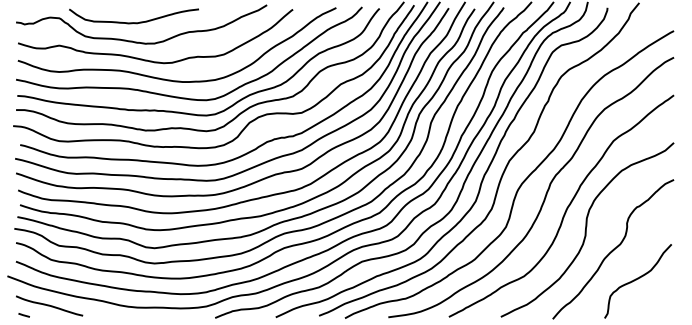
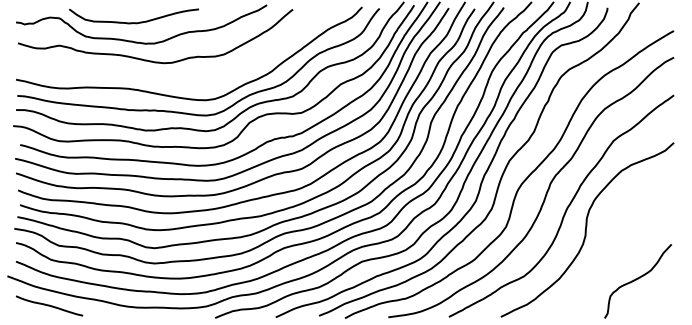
curve at (171, 79): present -> none
curve at (613, 249): present -> none
line at (23, 315): present -> none
